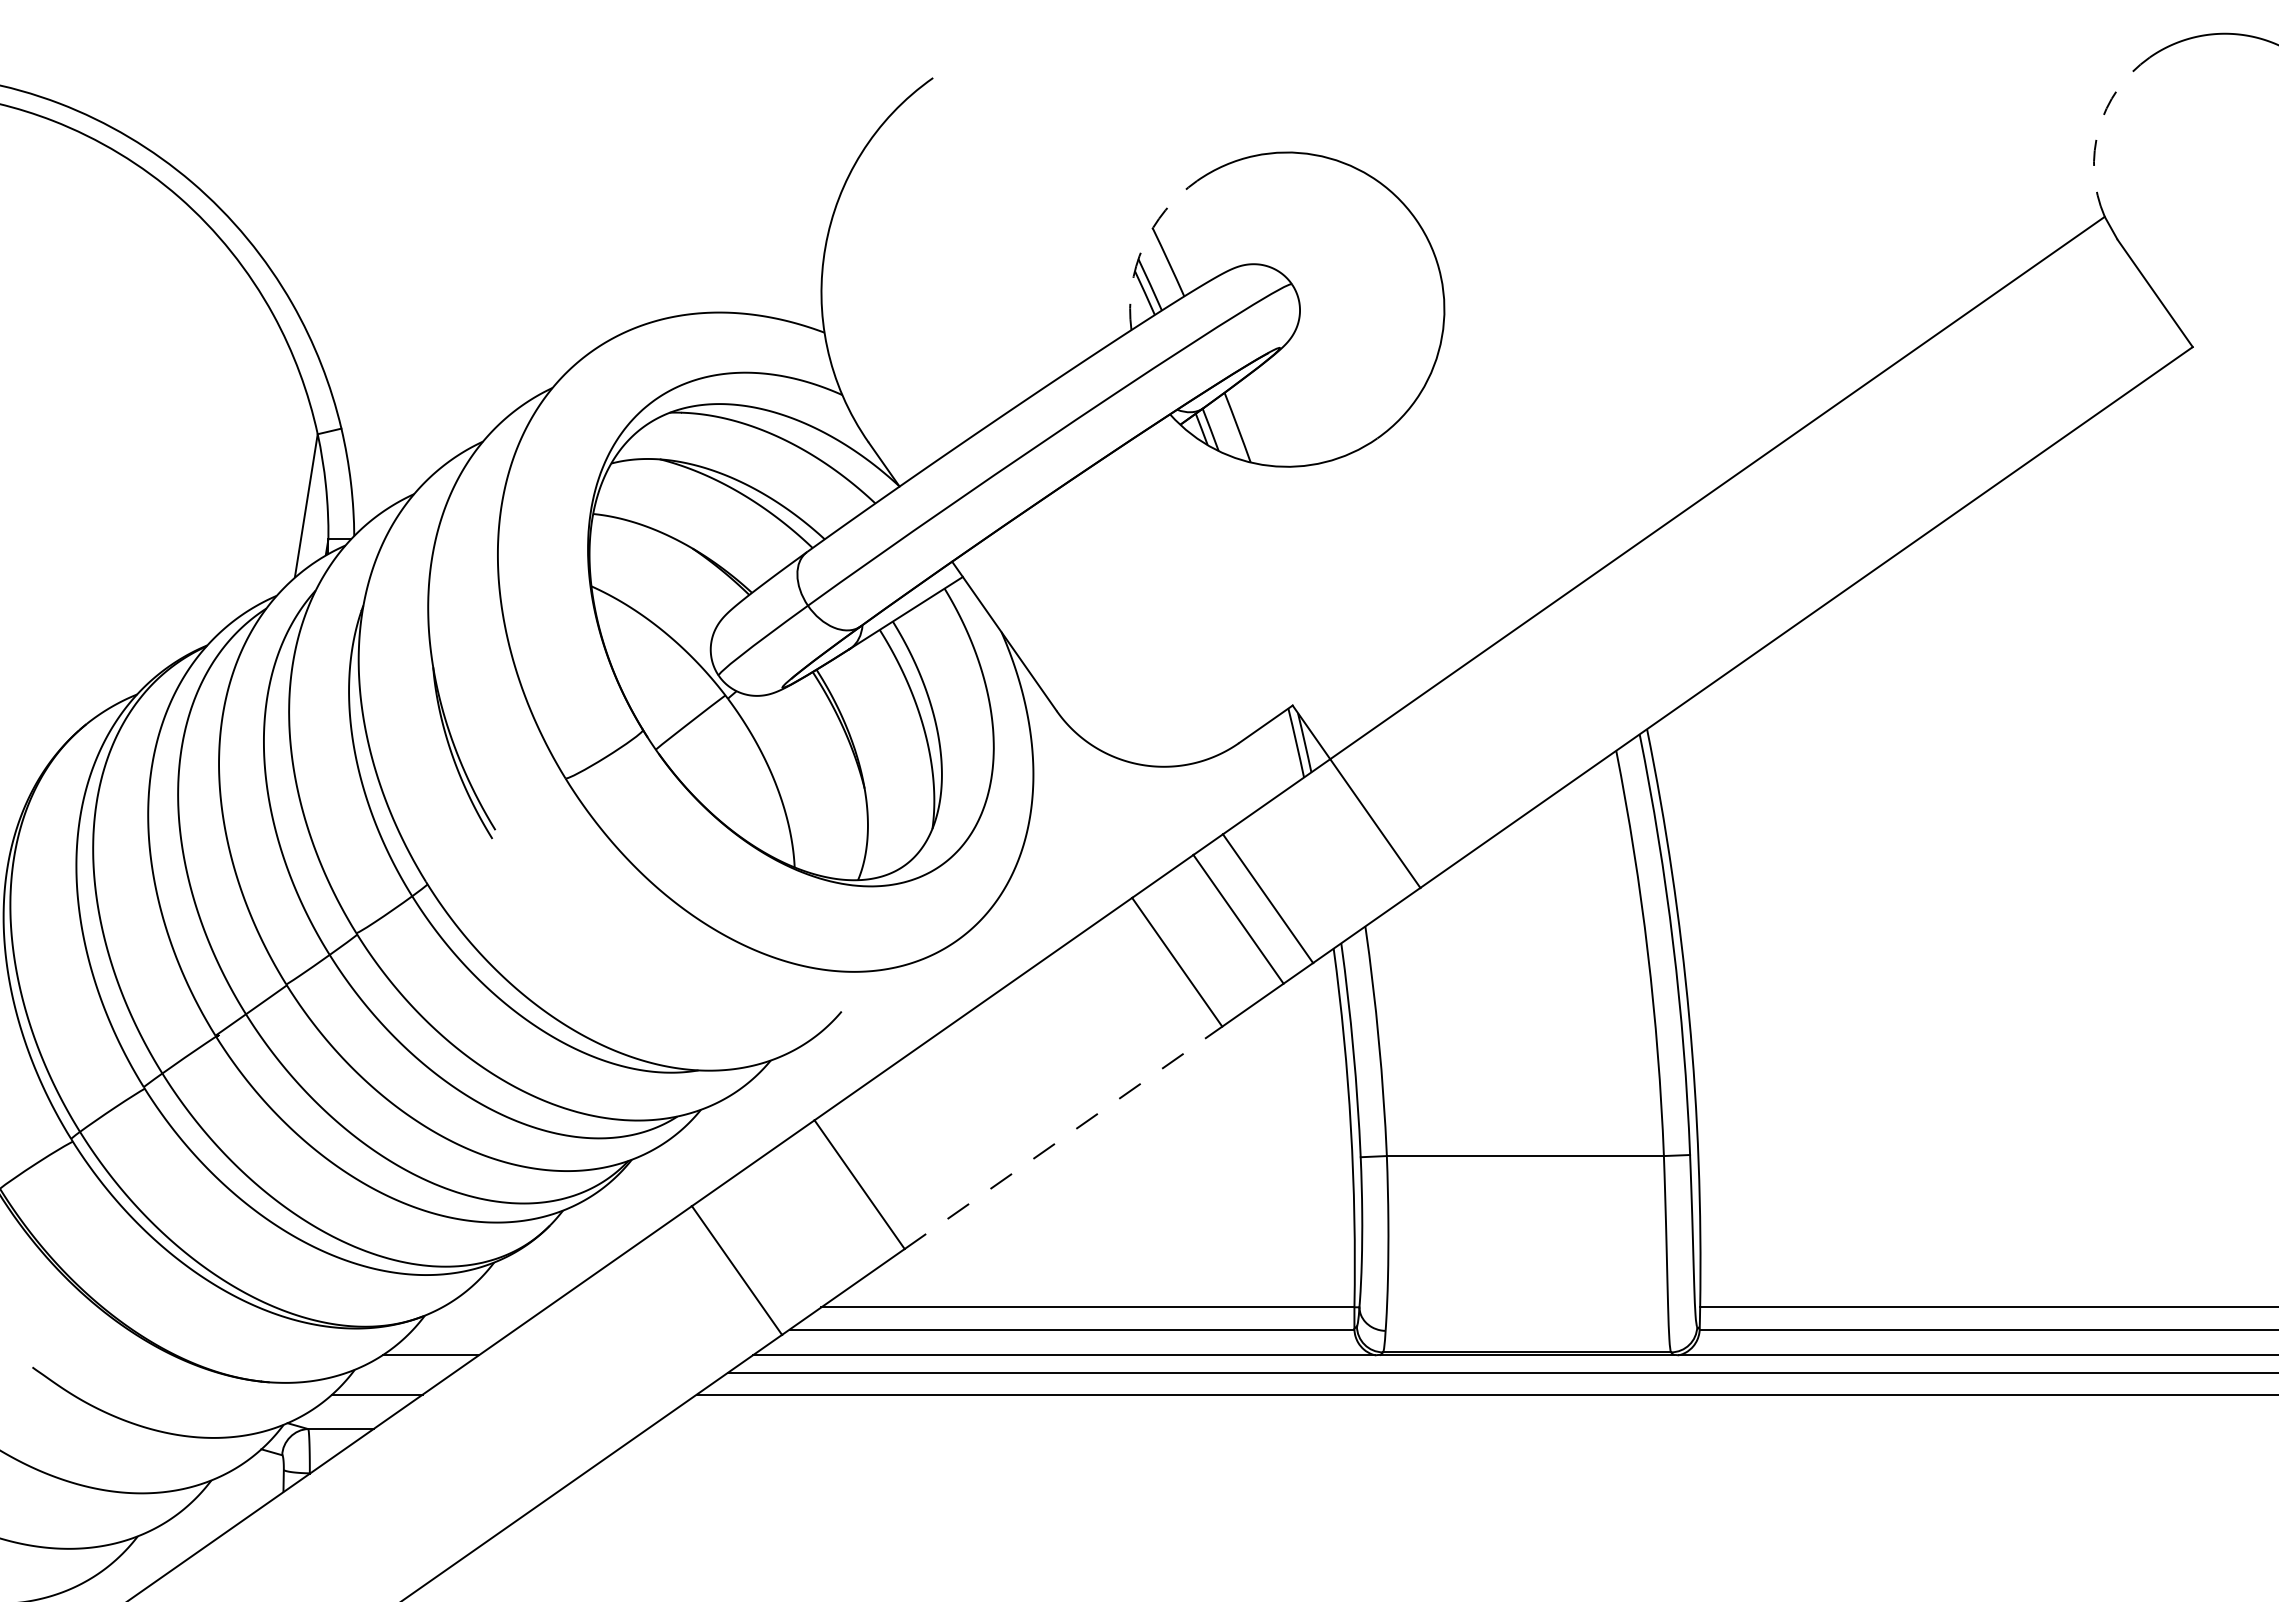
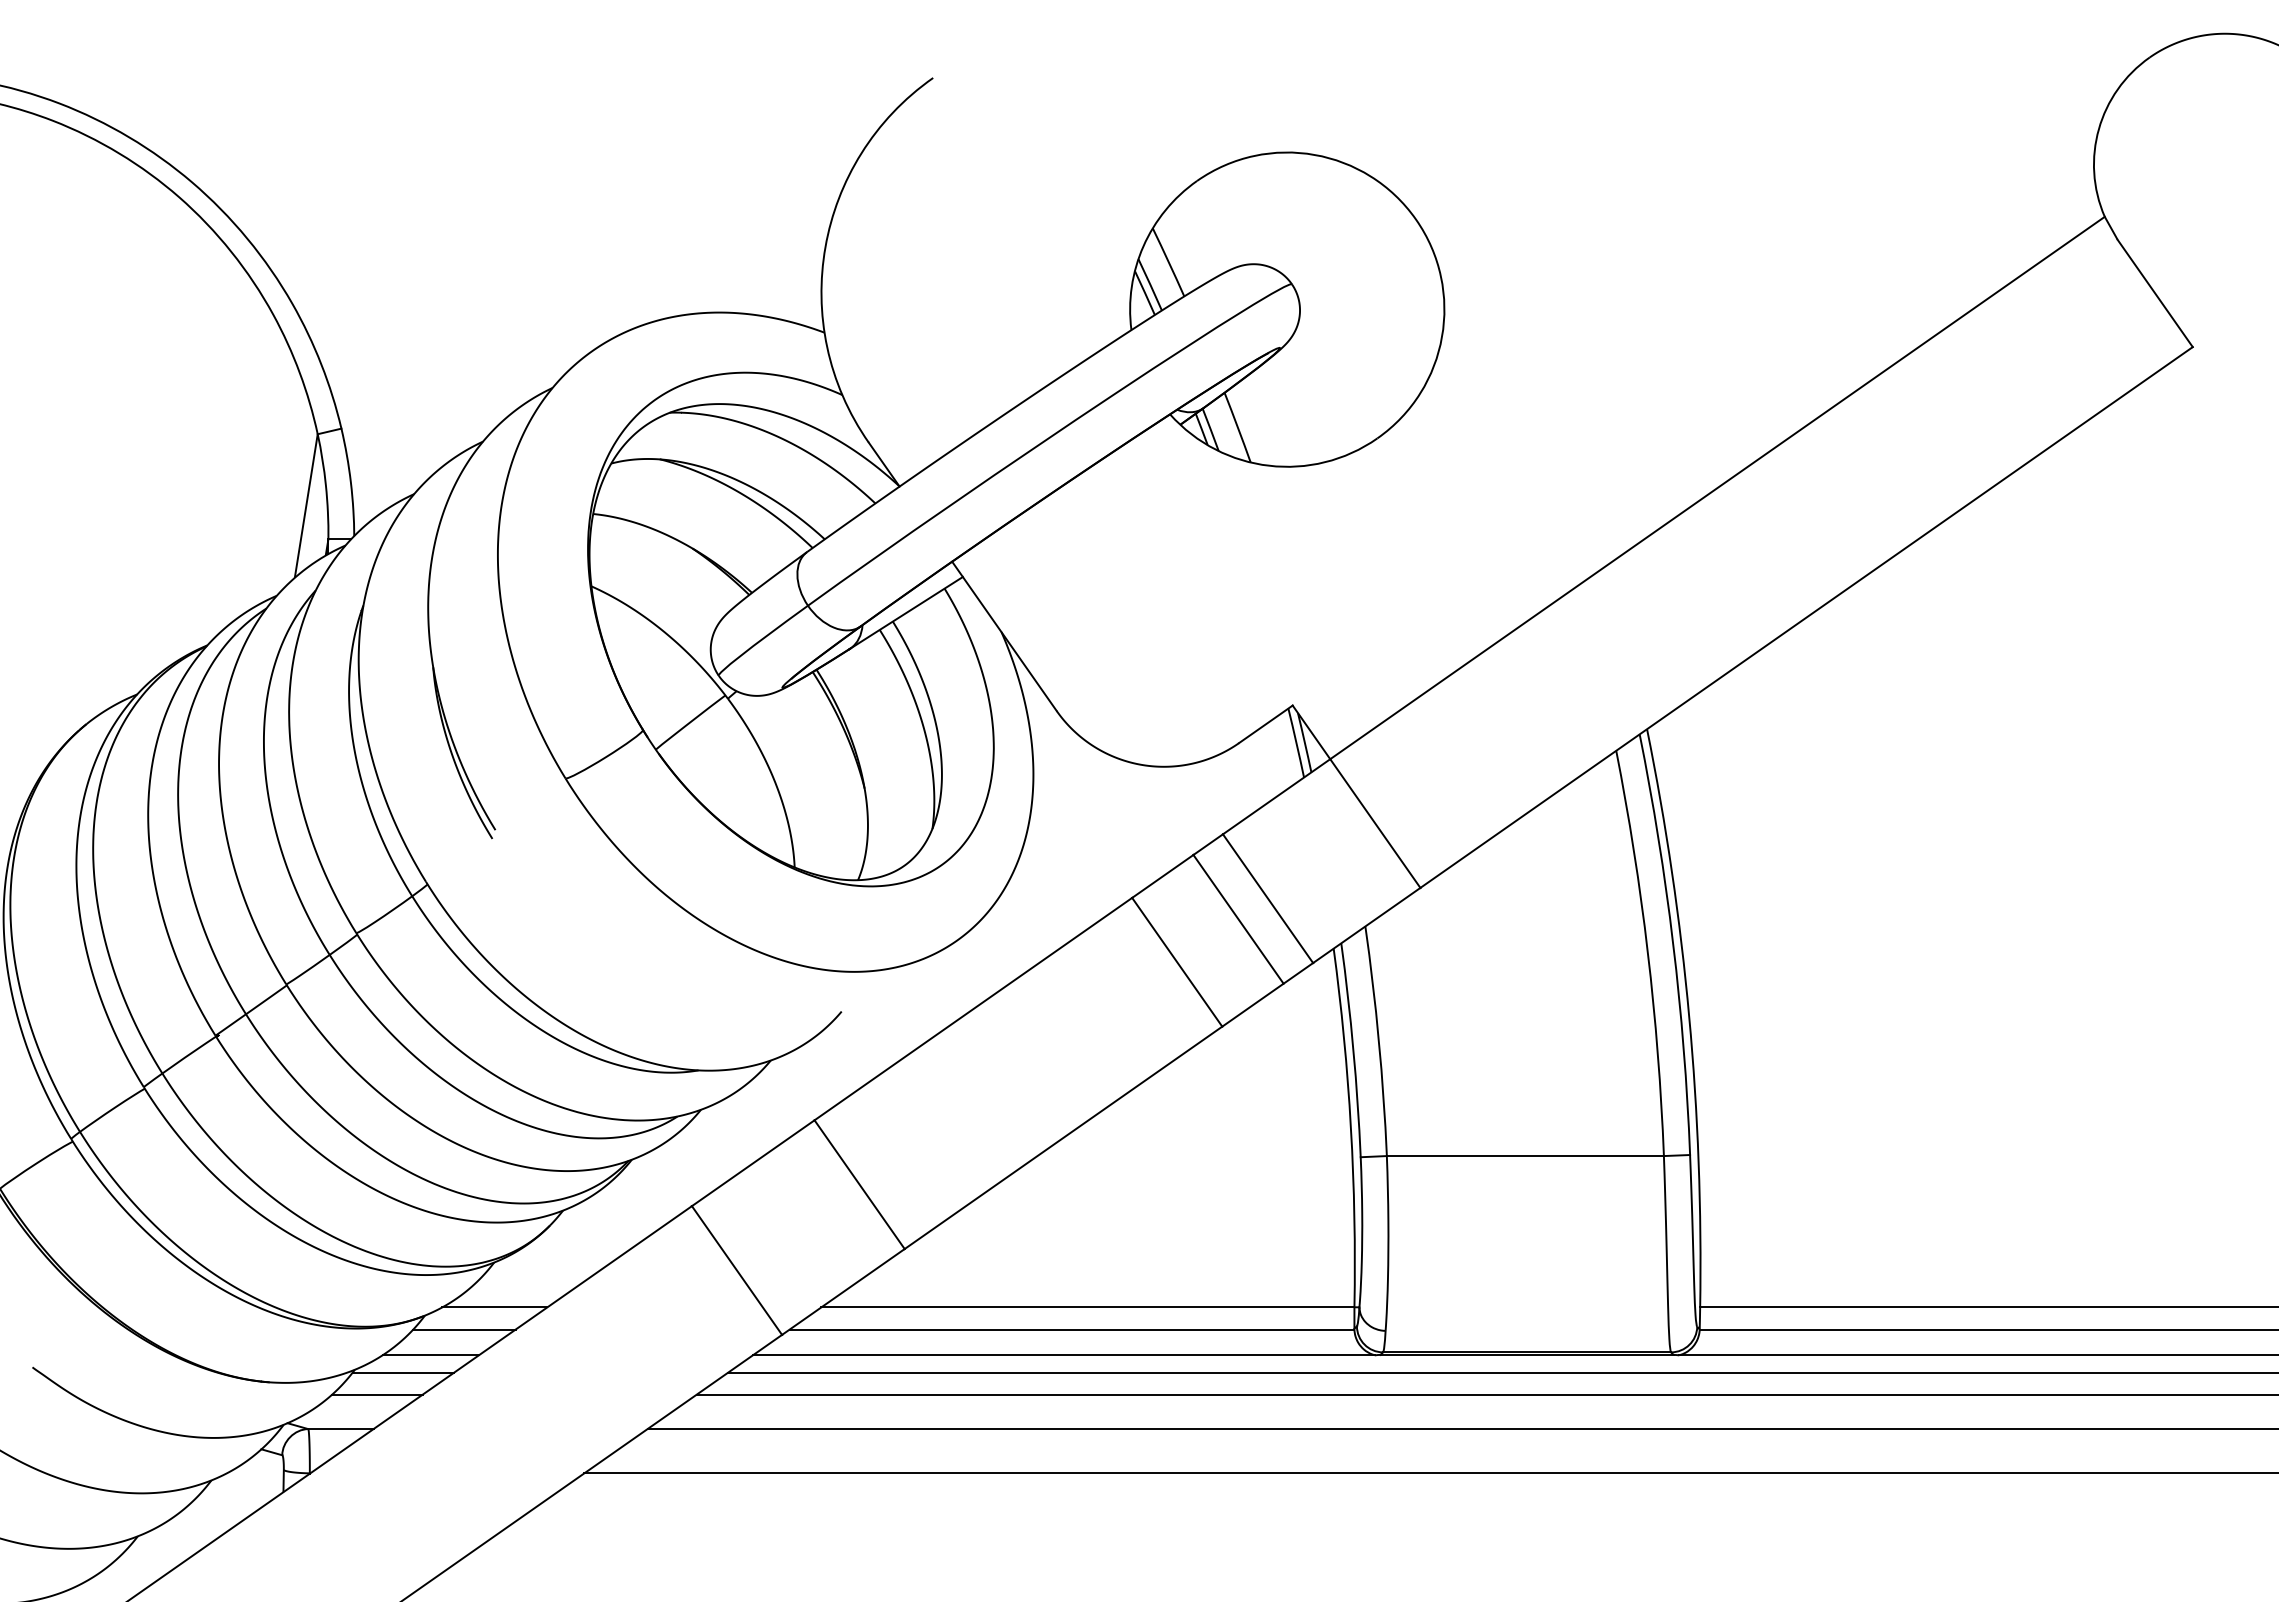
arc at (2098, 129): dashed -> solid
arc at (1143, 246): dashed -> solid
line at (1063, 1137): dashed -> solid
line at (494, 1307): none -> present
line at (464, 1329): none -> present
line at (403, 1372): none -> present
line at (1461, 1429): none -> present
line at (1429, 1473): none -> present
